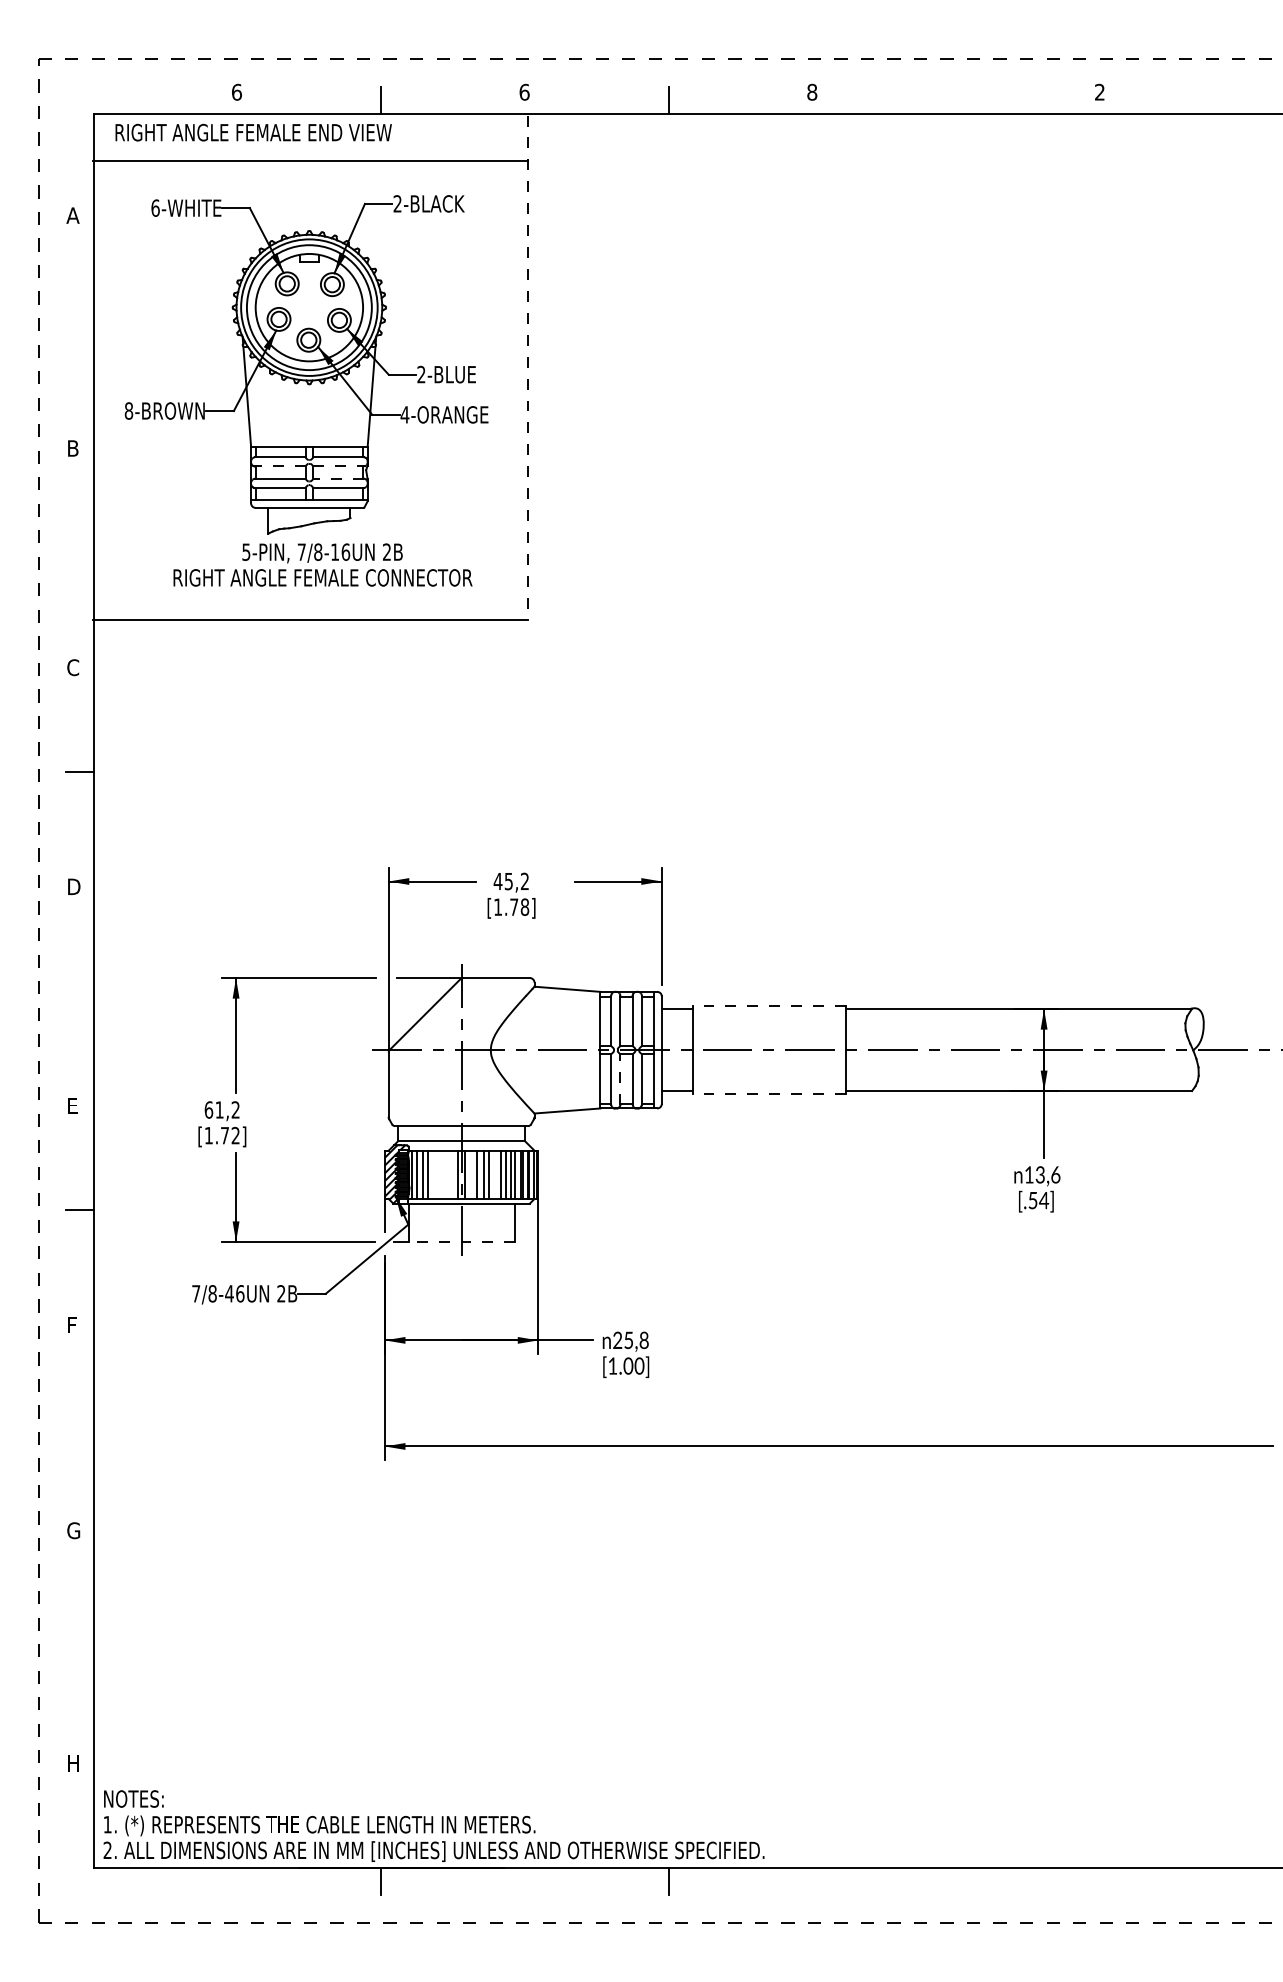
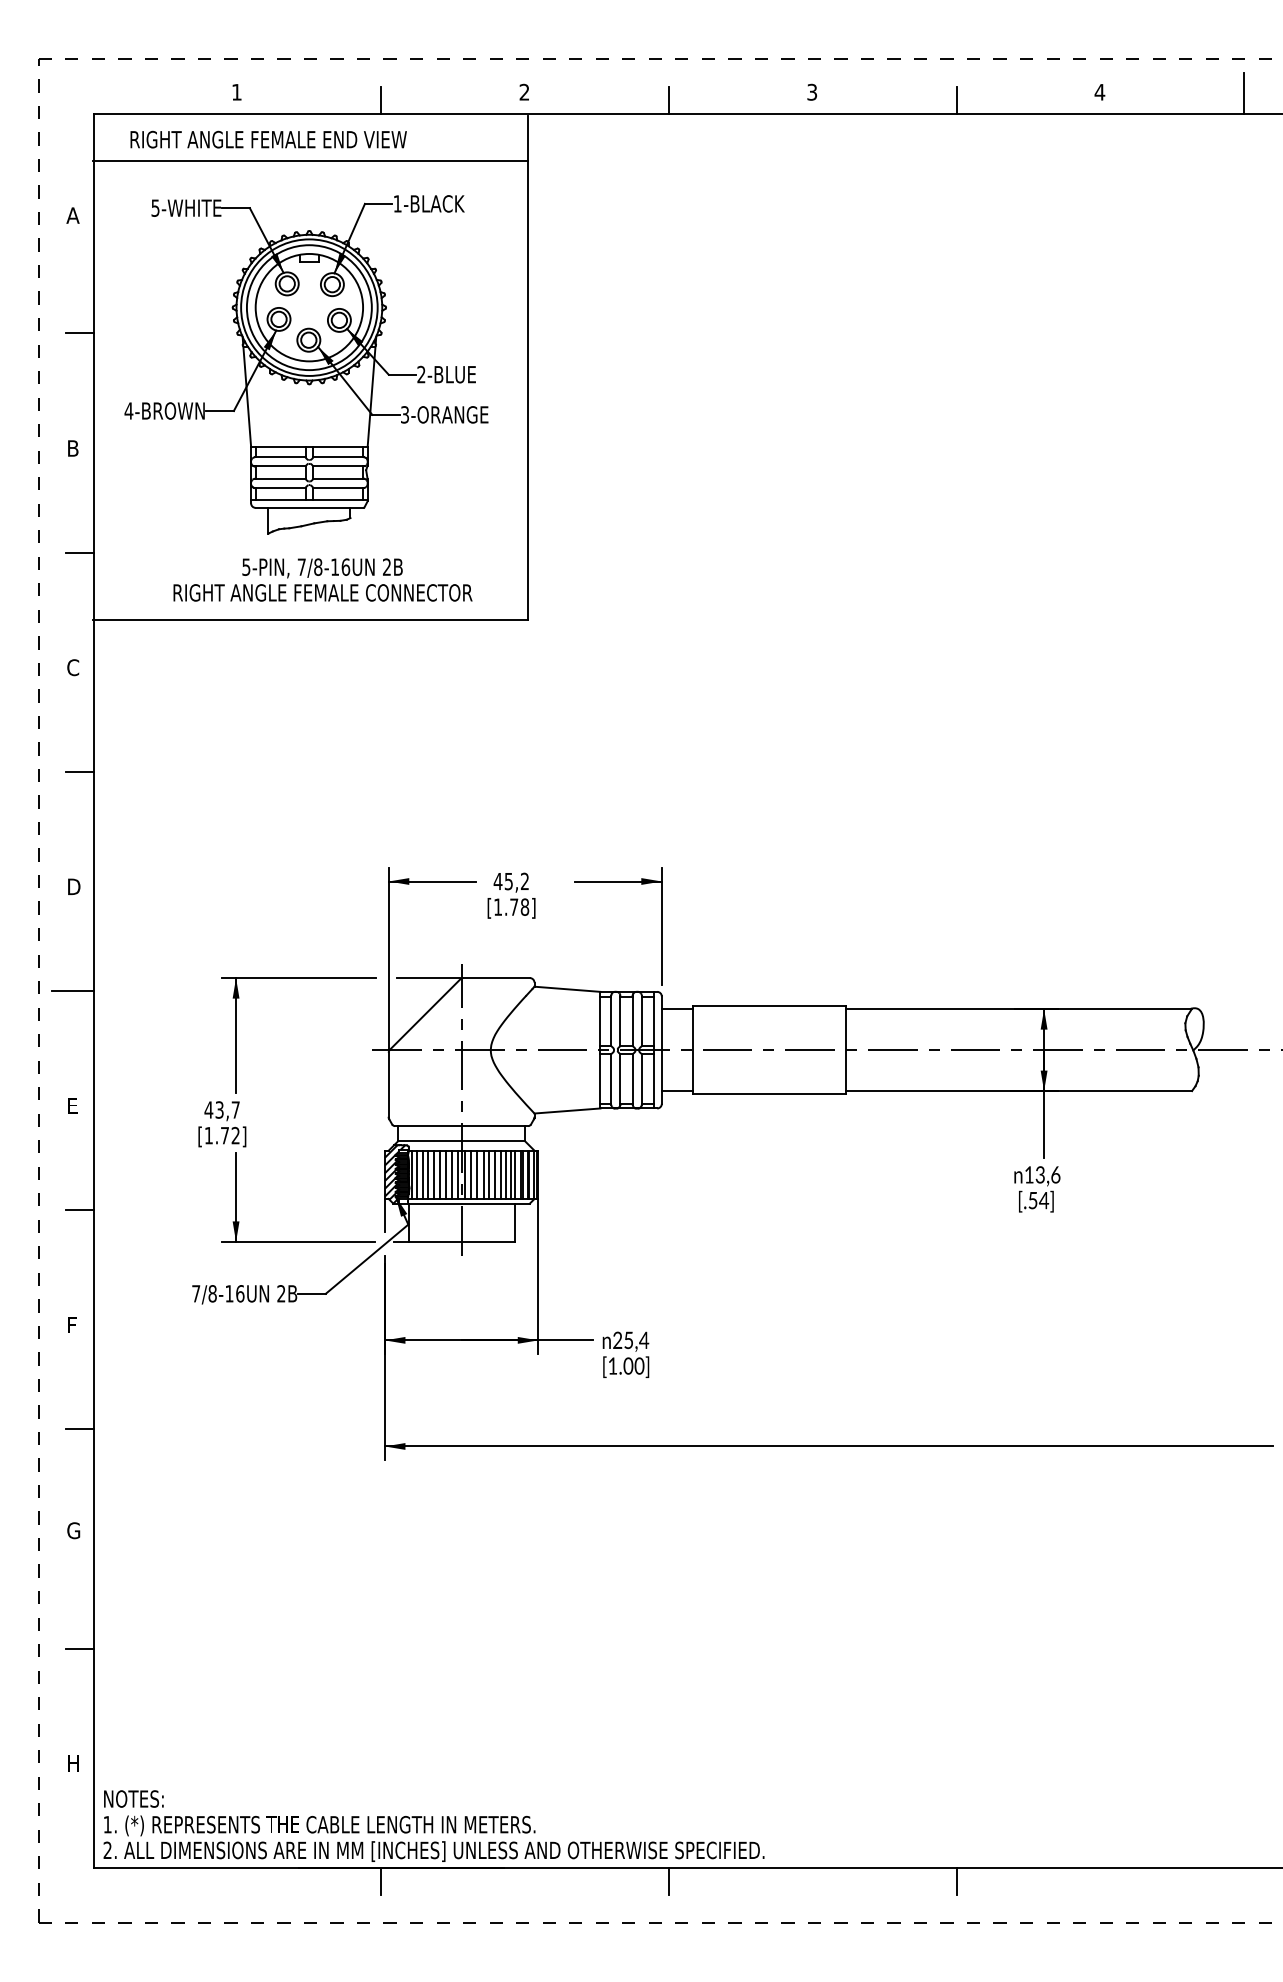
text at (237, 91): 6 -> 1
text at (524, 91): 6 -> 2
text at (1099, 91): 2 -> 4
text at (812, 92): 8 -> 3
line at (1244, 93): none -> present
line at (956, 100): none -> present
text at (253, 132) position: (253, 132) -> (268, 139)
text at (397, 203): 2-BLACK -> 1-BLACK
text at (155, 207): 6-WHITE -> 5-WHITE
line at (79, 333): none -> present
line at (528, 368): dashed -> solid
text at (128, 410): 8-BROWN -> 4-BROWN
text at (404, 414): 4-ORANGE -> 3-ORANGE
line at (279, 466): dashed -> solid
line at (338, 466): dashed -> solid
line at (338, 478): dashed -> solid
line at (79, 552): none -> present
text at (322, 564) position: (322, 564) -> (322, 579)
line at (72, 991): none -> present
line at (769, 1006): dashed -> solid
line at (620, 1078): dashed -> solid
line at (769, 1094): dashed -> solid
text at (221, 1109): 61,2 -> 43,7
line at (433, 1174): none -> present
line at (439, 1174): none -> present
line at (445, 1174): none -> present
line at (452, 1174): none -> present
line at (471, 1174): none -> present
line at (495, 1174): none -> present
line at (461, 1241): dashed -> solid
text at (229, 1293): 7/8-46UN -> 7/8-16UN
text at (644, 1340): 25,8 -> 25,4
line at (79, 1429): none -> present
line at (79, 1648): none -> present
line at (956, 1881): none -> present
